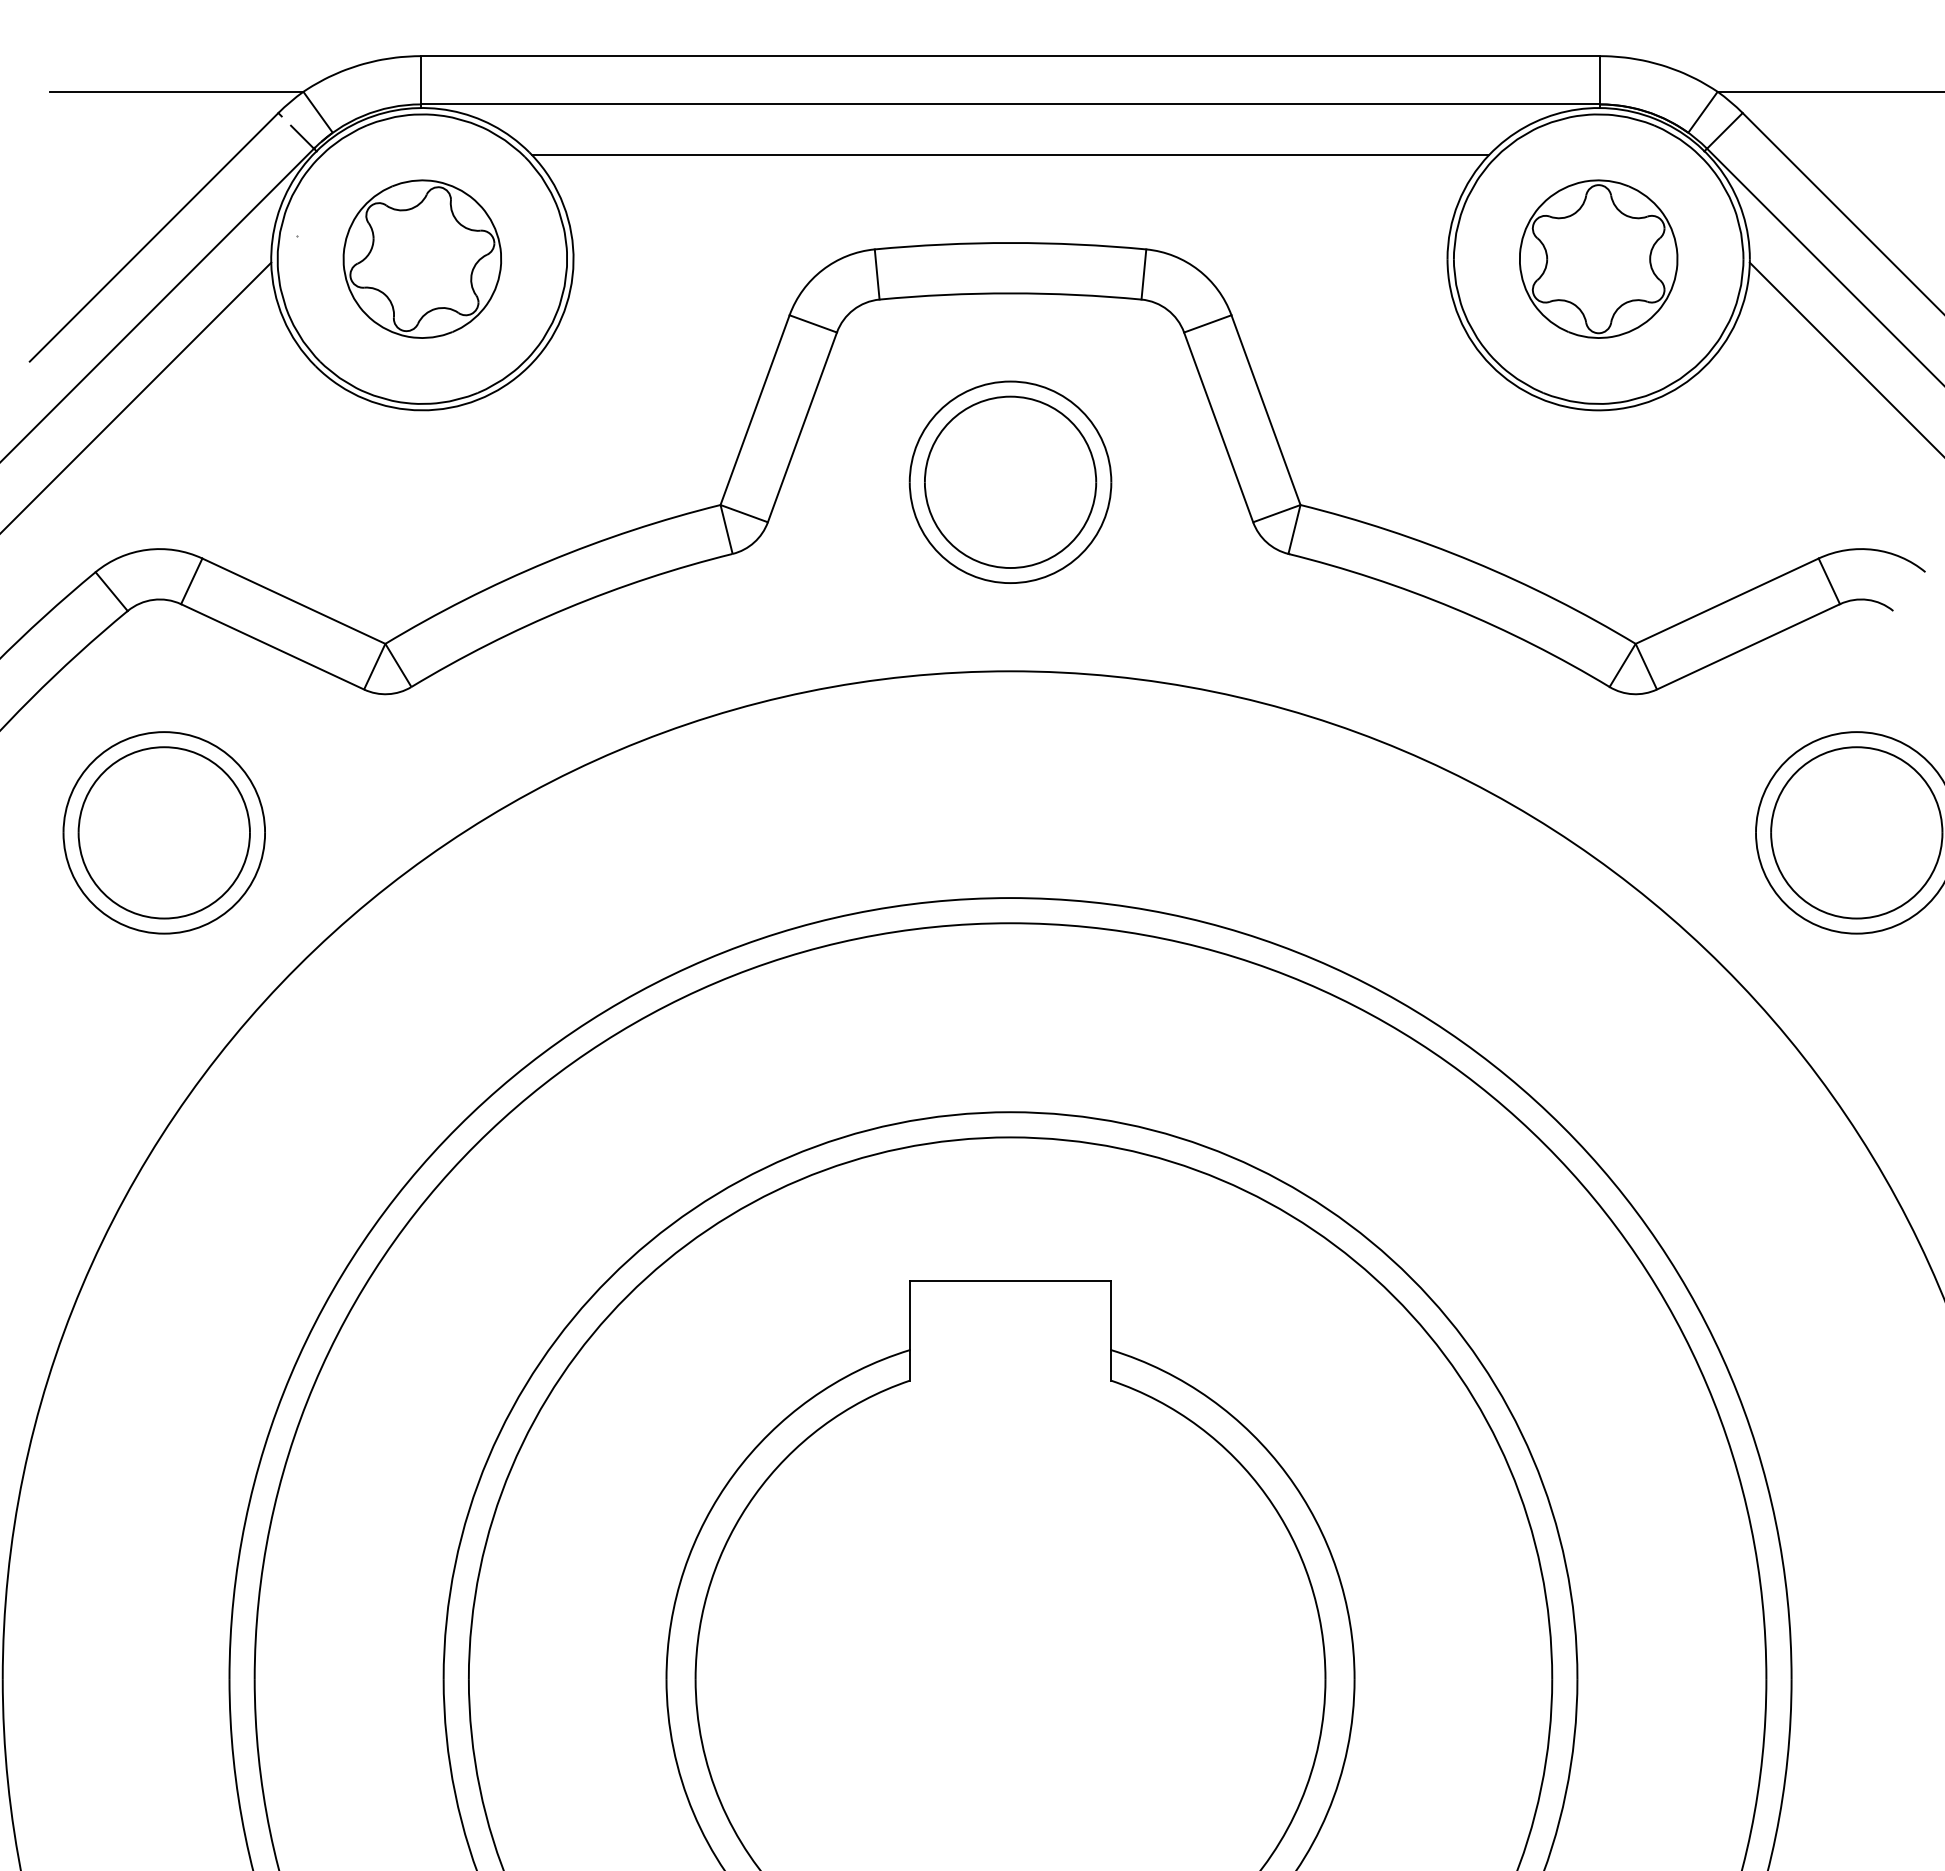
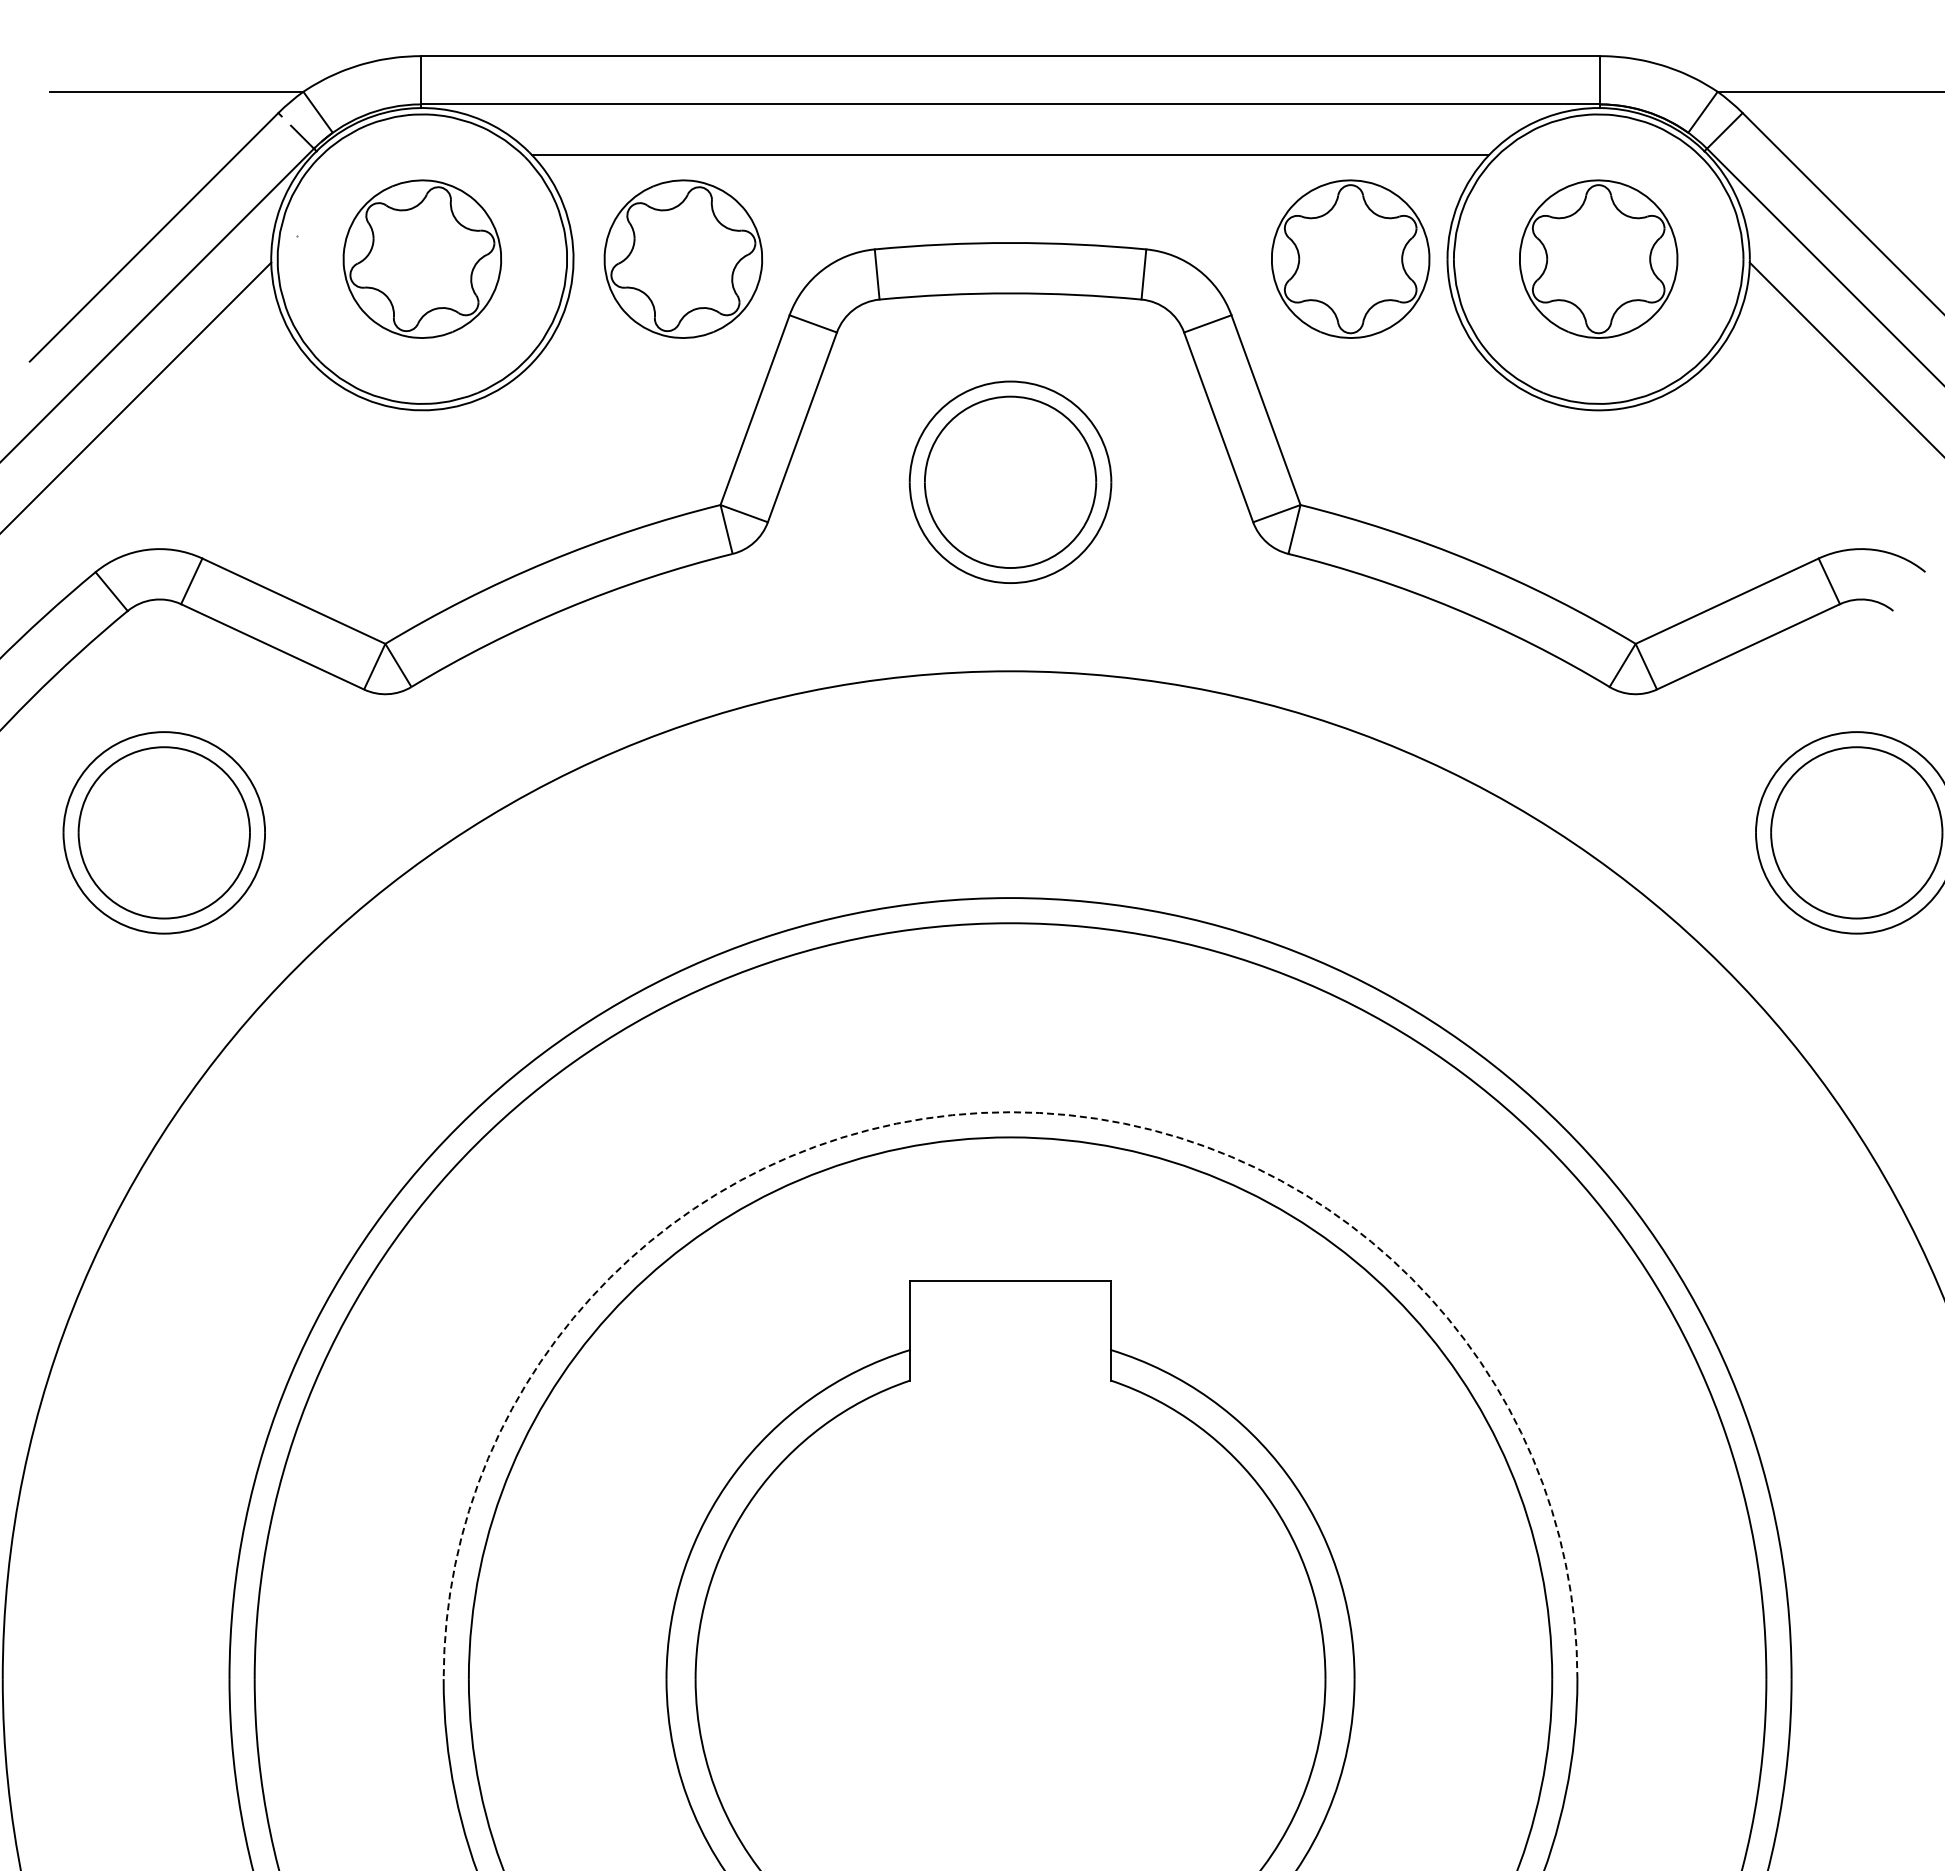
part at (682, 258): none -> present
part at (1350, 258): none -> present
arc at (1010, 1112): solid -> dashed
